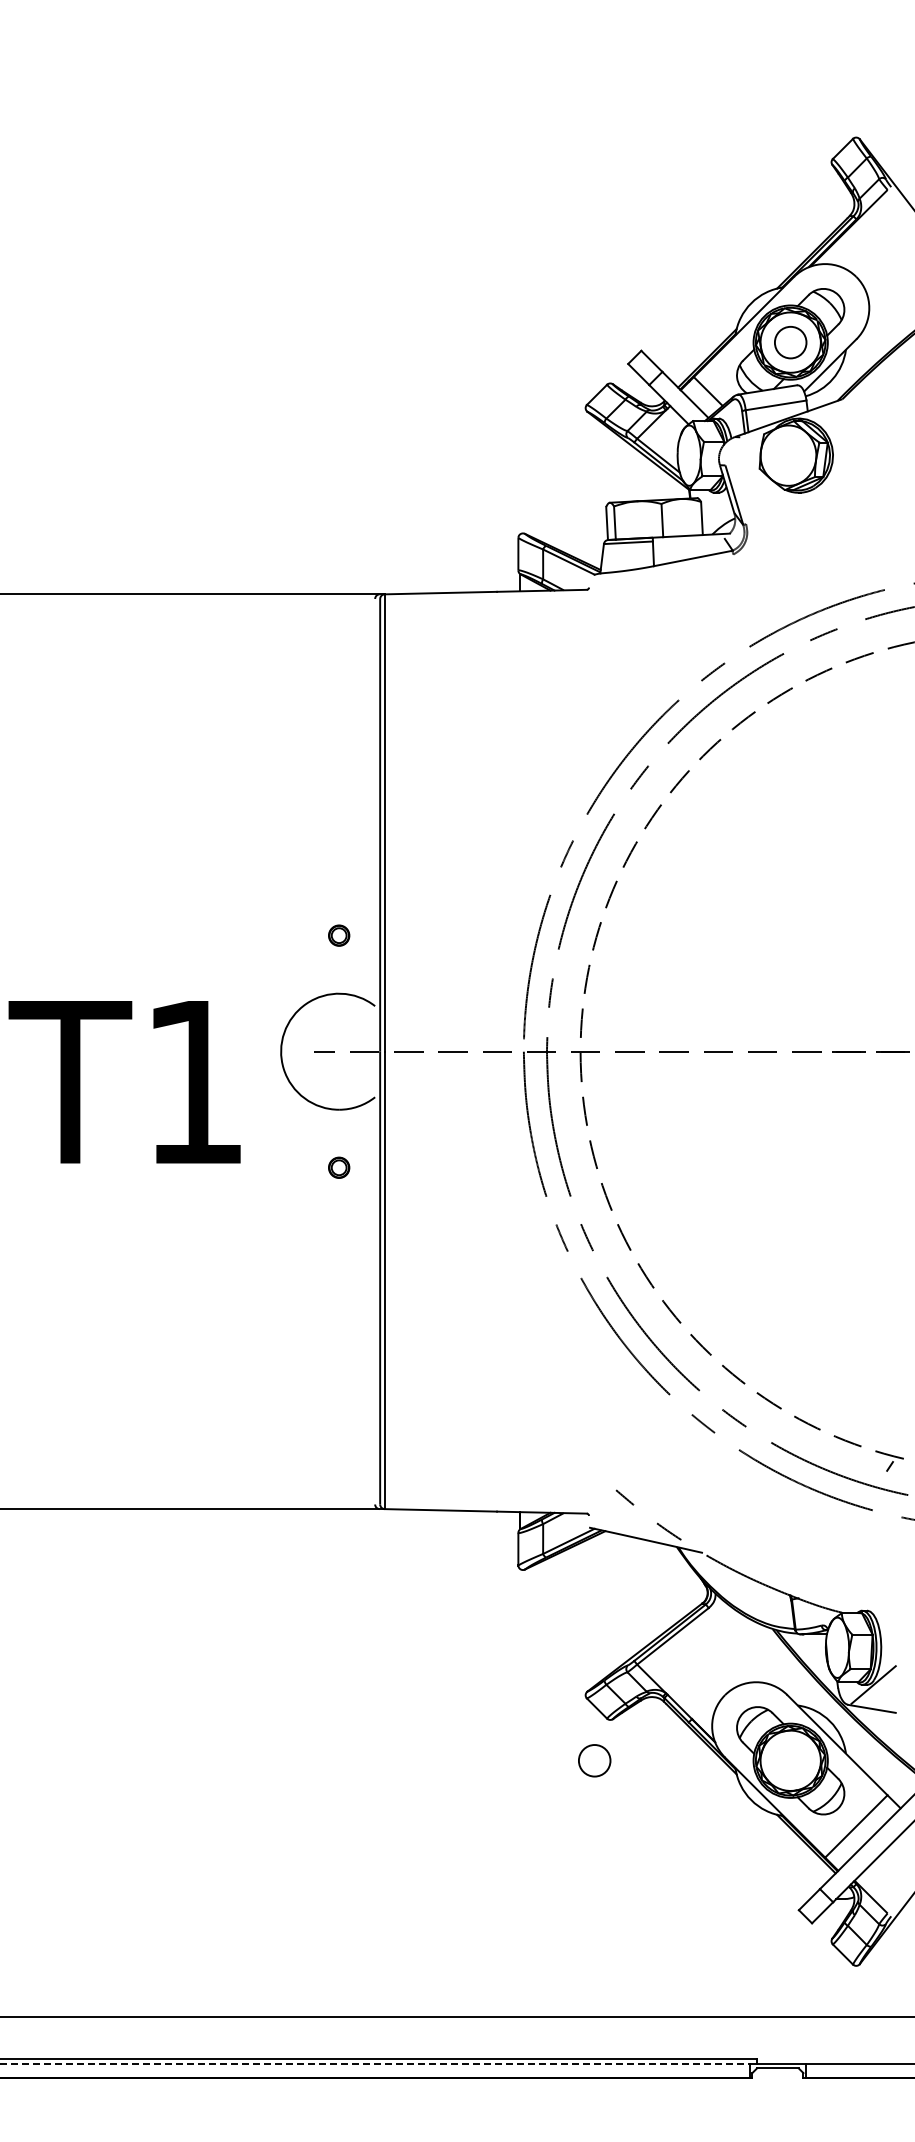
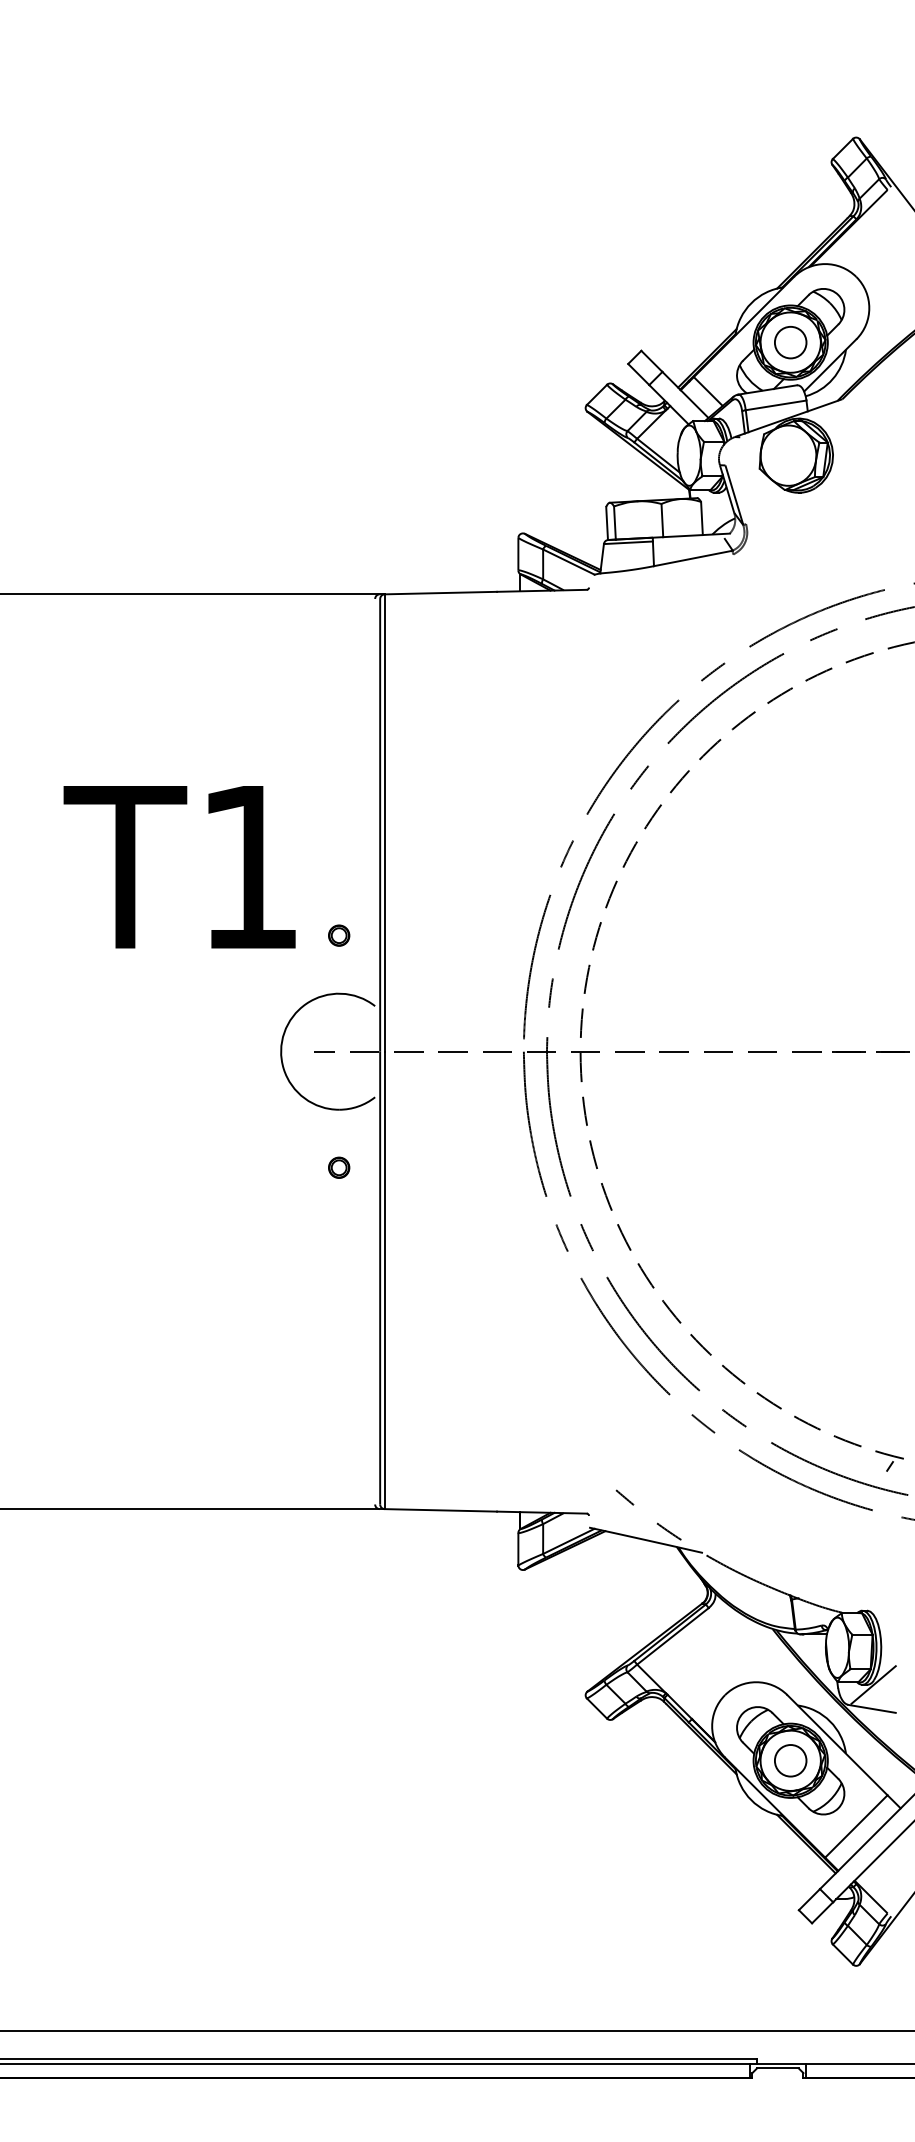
text at (124, 1082) position: (124, 1082) -> (179, 867)
circle at (594, 1760) position: (594, 1760) -> (790, 1760)
line at (456, 2017) position: (456, 2017) -> (456, 2031)
line at (375, 2063): dashed -> solid
